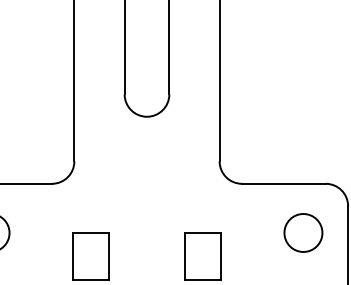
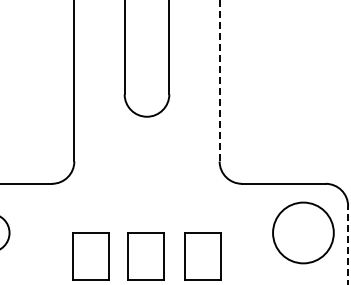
line at (219, 80): solid -> dashed
circle at (303, 232) diameter: 38 px -> 61 px
line at (348, 245): solid -> dashed
part at (145, 256): none -> present
